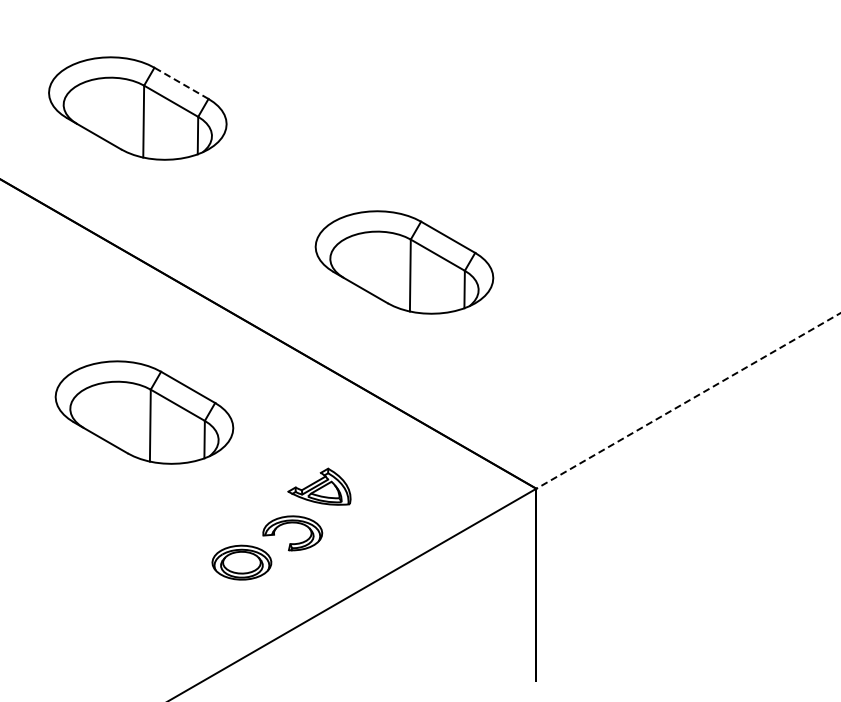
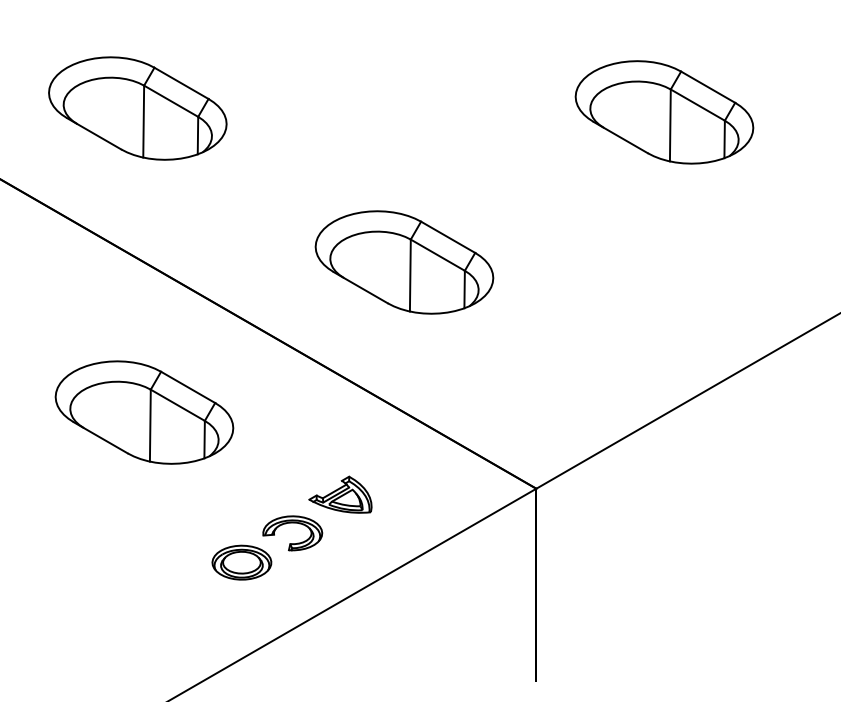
line at (181, 83): dashed -> solid
part at (664, 112): none -> present
line at (687, 401): dashed -> solid
part at (319, 486) position: (319, 486) -> (340, 494)
